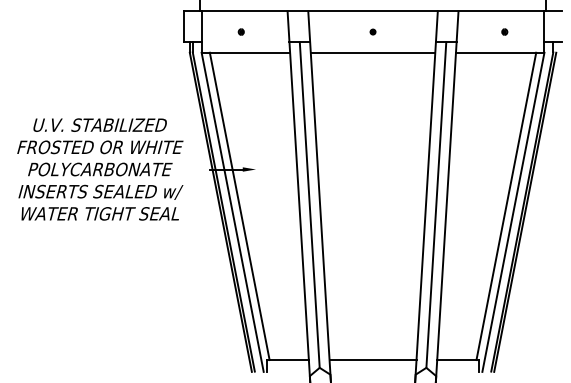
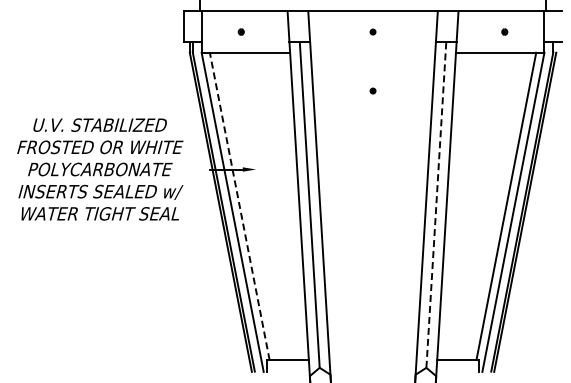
line at (372, 52): present -> none
part at (372, 90): none -> present
line at (436, 204): solid -> dashed
line at (239, 206): solid -> dashed
line at (372, 360): present -> none
